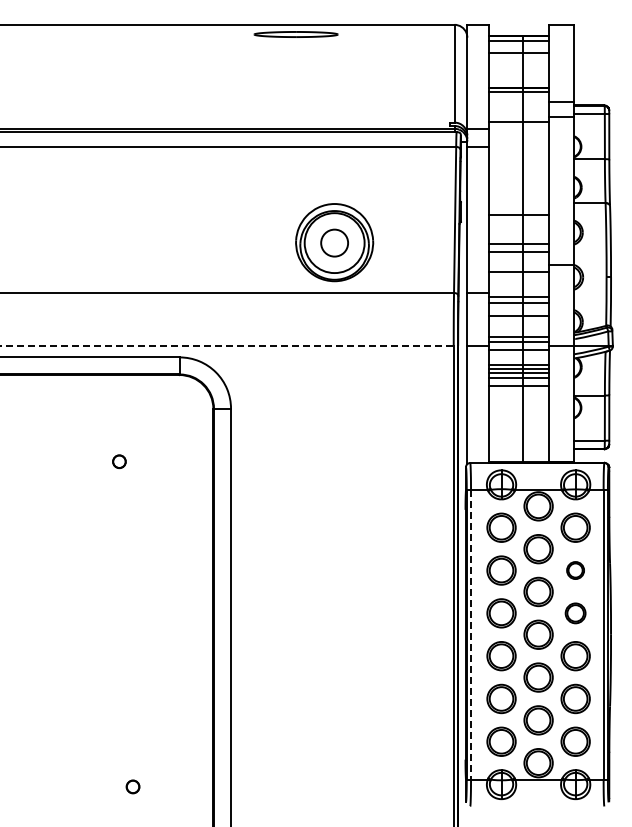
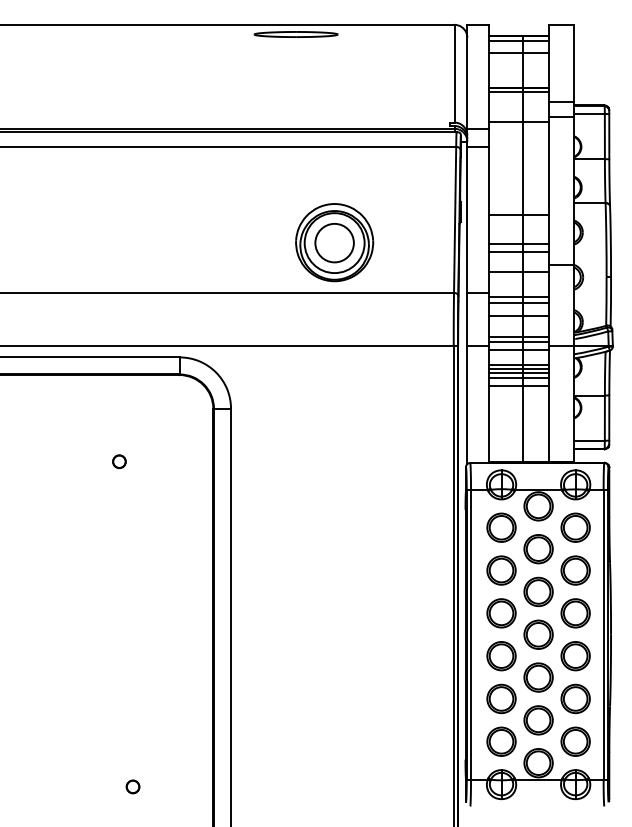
circle at (334, 242) diameter: 27 px -> 39 px
line at (229, 345): dashed -> solid
part at (575, 570) size: 19x19 px -> 31x31 px
part at (575, 613) size: 23x23 px -> 31x31 px
line at (471, 634): dashed -> solid
